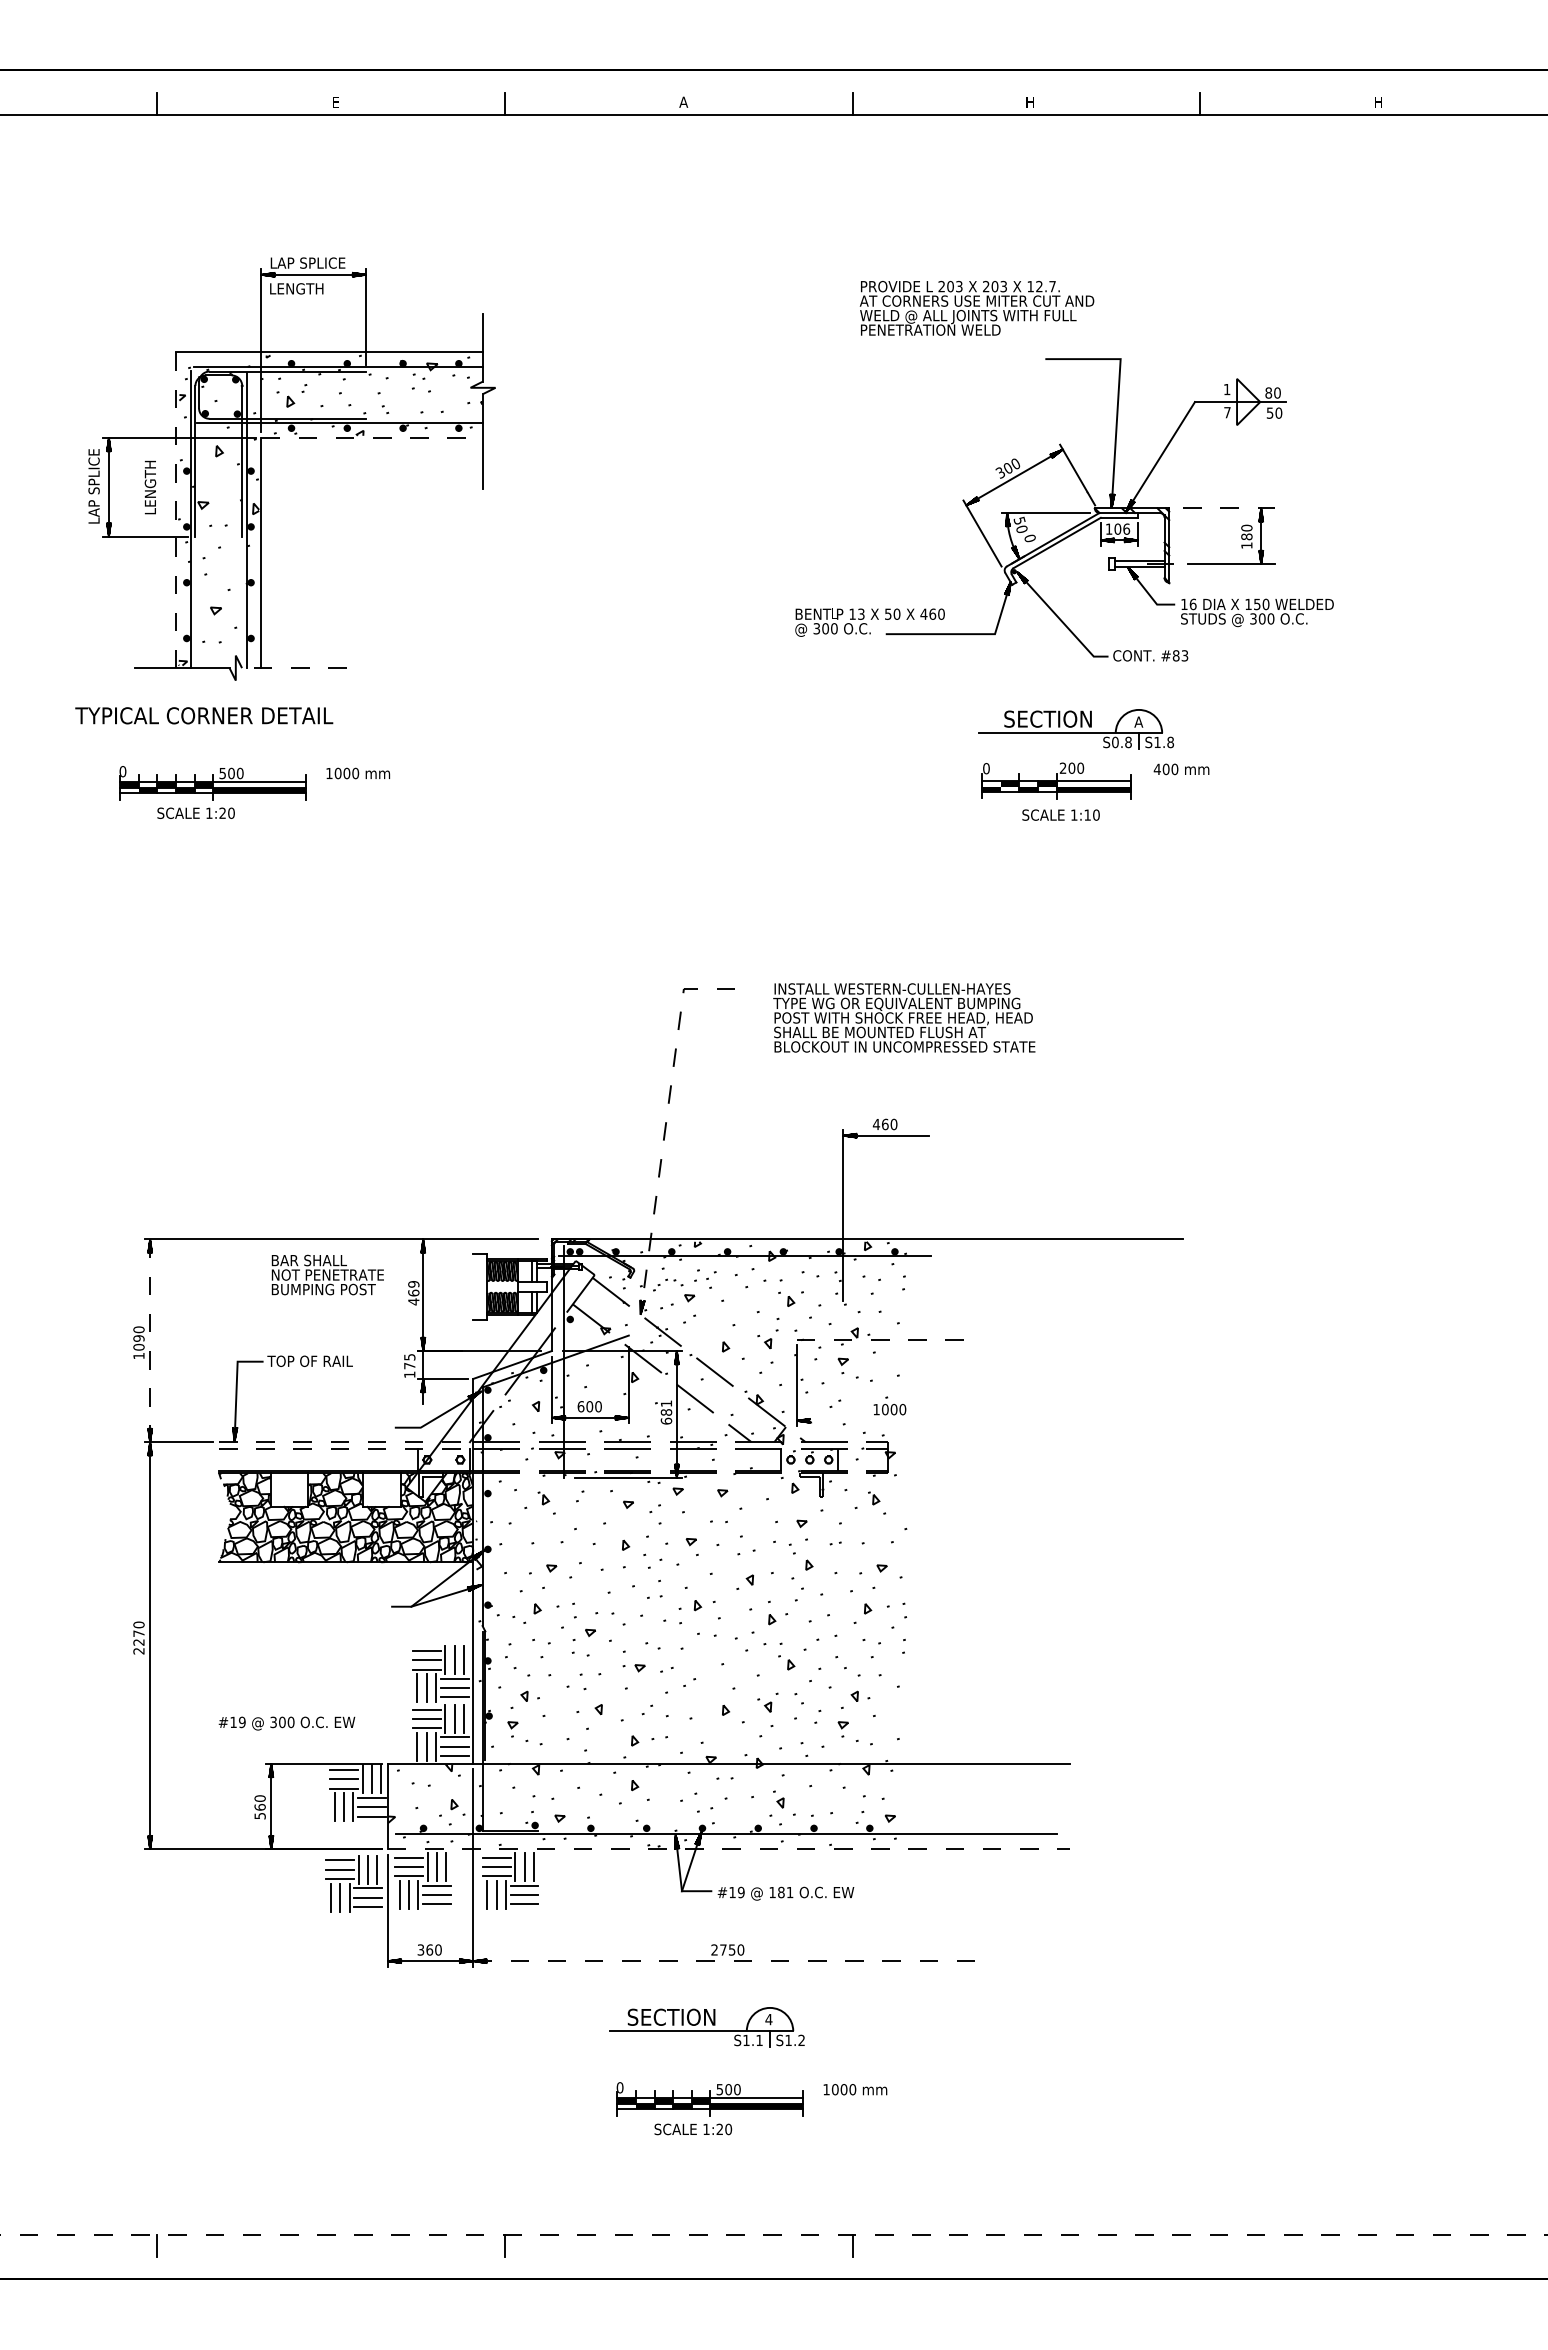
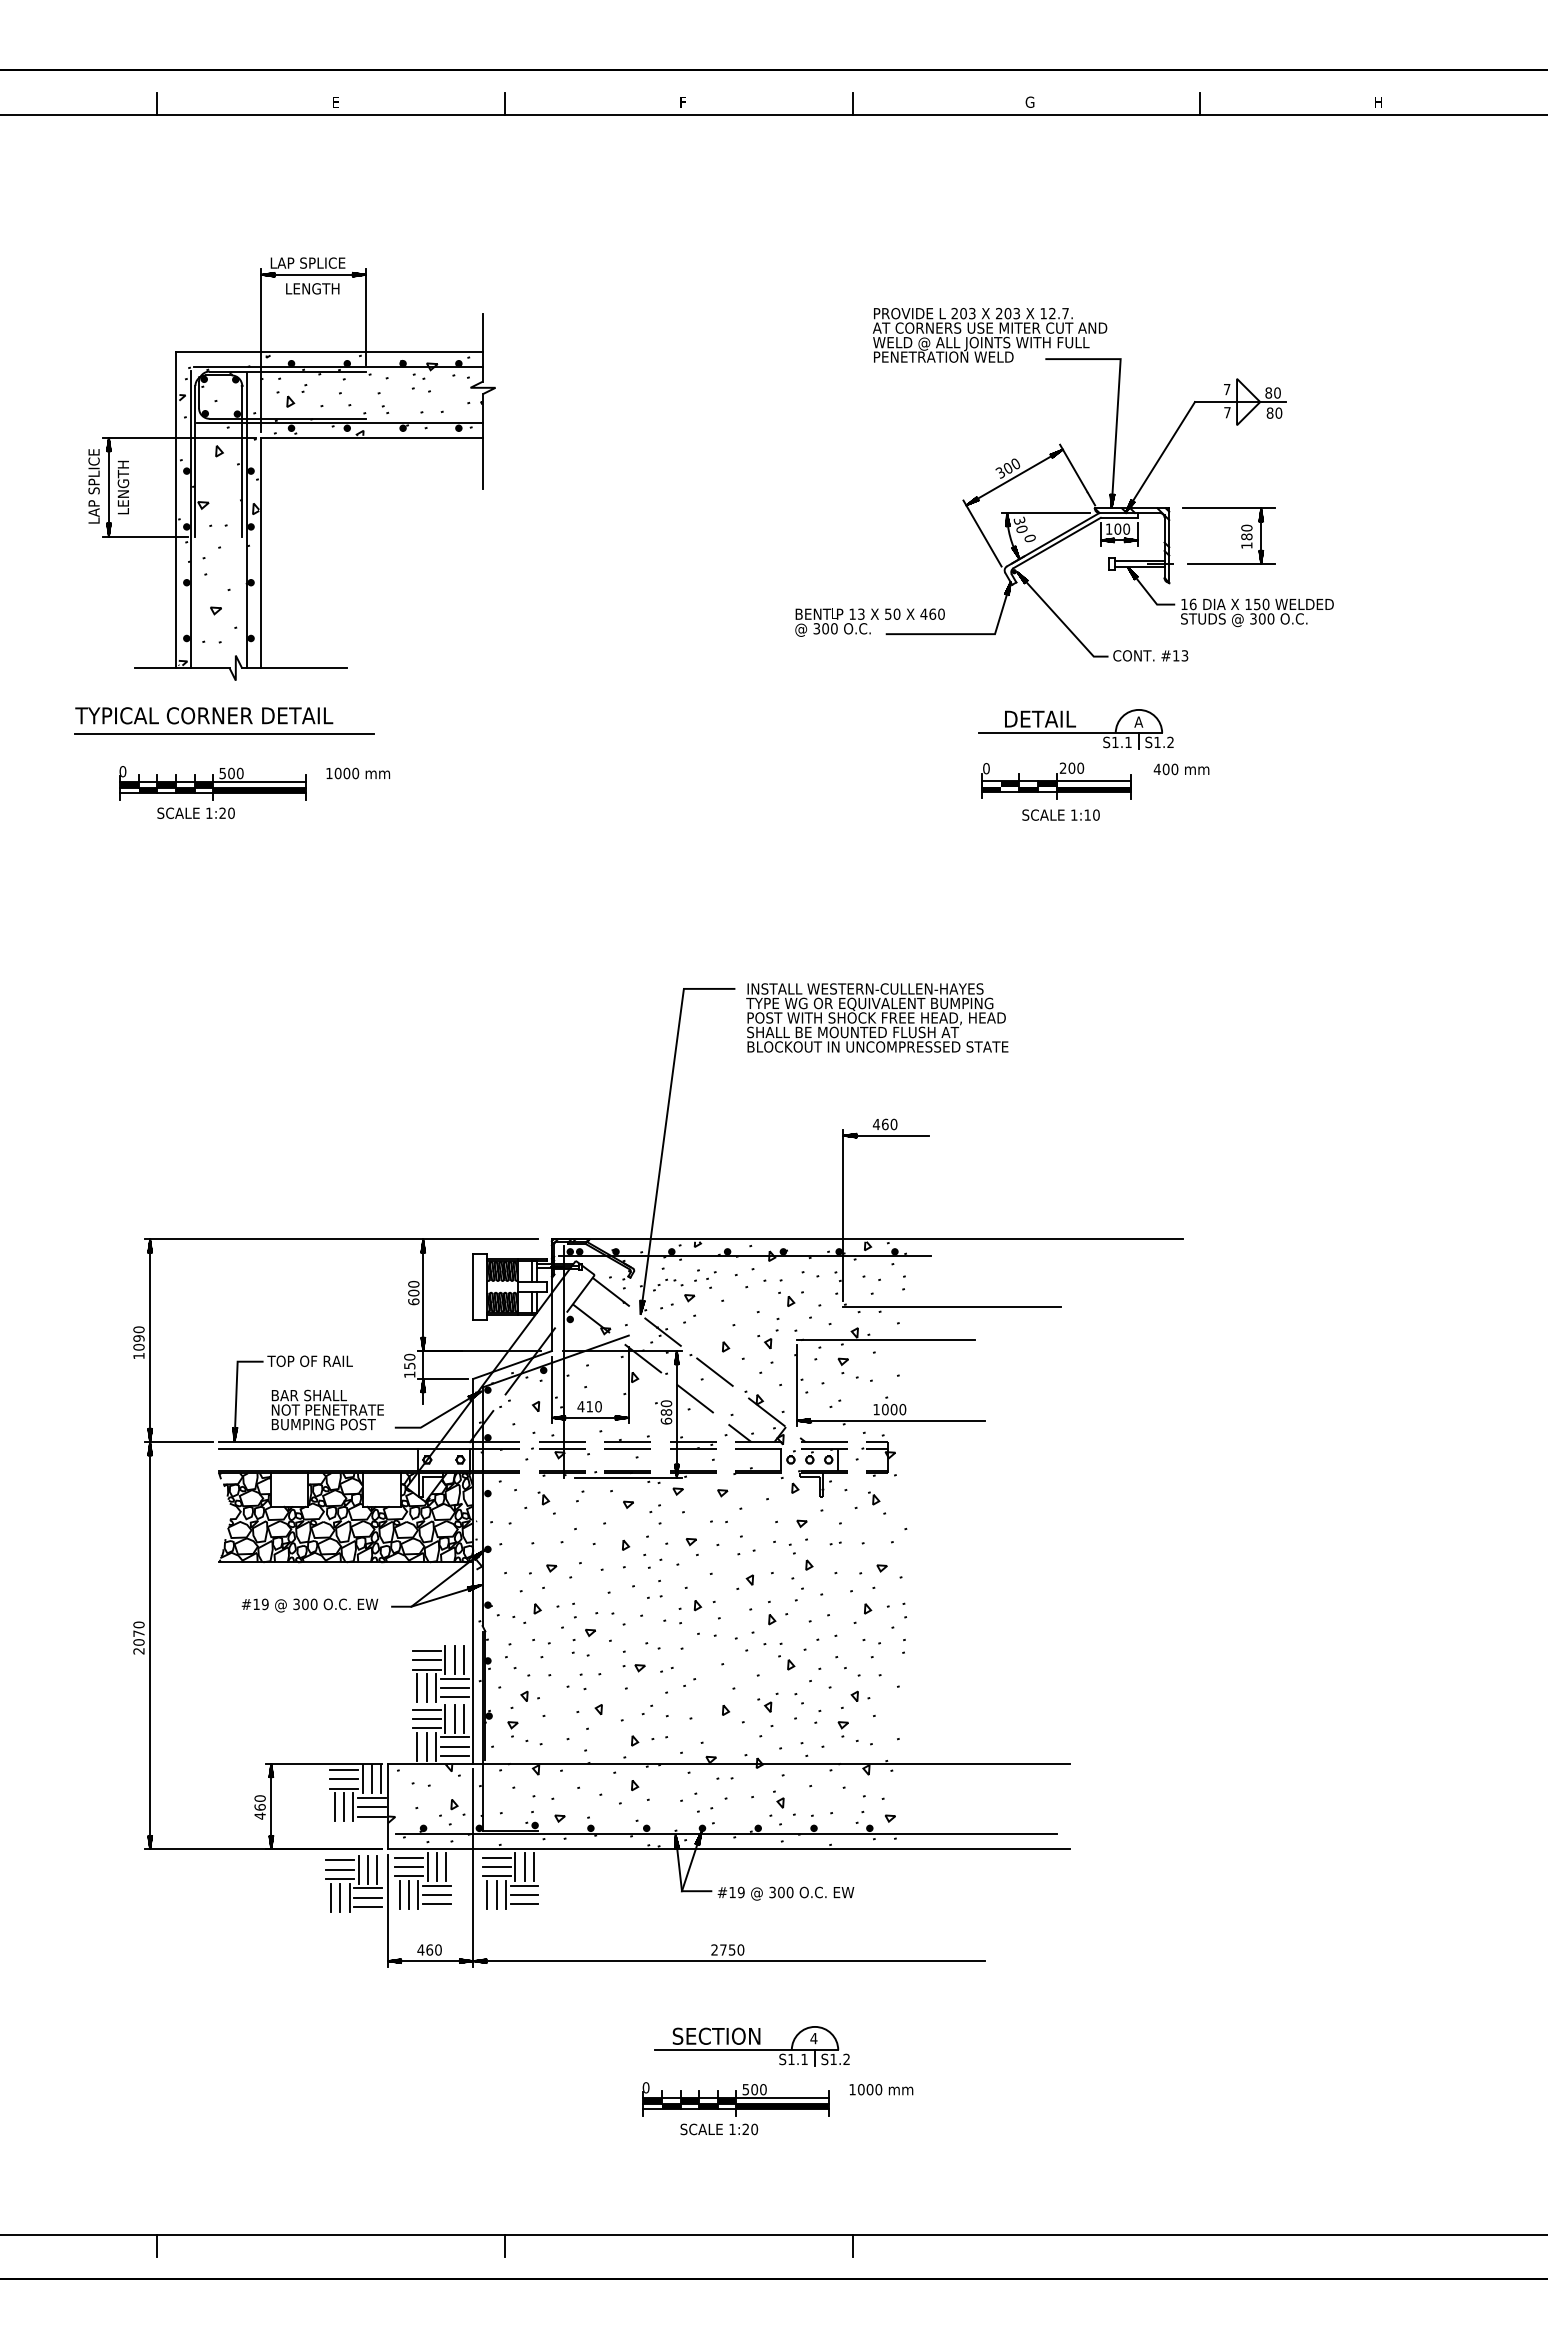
text at (683, 101): A -> F
text at (1029, 101): H -> G
text at (296, 288) position: (296, 288) -> (312, 288)
text at (976, 307) position: (976, 307) -> (989, 334)
text at (1227, 389): 1 -> 7
text at (1269, 412): 50 -> 80
line at (372, 438): dashed -> solid
text at (150, 487) position: (150, 487) -> (123, 487)
line at (1229, 508): dashed -> solid
line at (175, 510): dashed -> solid
text at (1020, 520): 50 -> 30
text at (1126, 528): 106 -> 100
text at (1175, 655): #83 -> #13
line at (293, 668): dashed -> solid
text at (1047, 718): SECTION -> DETAIL
line at (223, 733): none -> present
text at (1121, 742): S0.8 -> S1.1
text at (1170, 742): S1.8 -> S1.2
text at (904, 1017) position: (904, 1017) -> (877, 1017)
line at (665, 1125): dashed -> solid
text at (327, 1274) position: (327, 1274) -> (327, 1409)
line at (473, 1286): none -> present
text at (413, 1293): 469 -> 600
line at (951, 1306): none -> present
line at (886, 1339): dashed -> solid
line at (150, 1341): dashed -> solid
text at (409, 1361): 175 -> 150
text at (666, 1403): 681 -> 680
text at (585, 1406): 600 -> 410
line at (890, 1420): none -> present
line at (346, 1442): dashed -> solid
line at (346, 1448): dashed -> solid
text at (138, 1642): 2270 -> 2070
text at (286, 1723) position: (286, 1723) -> (309, 1605)
text at (259, 1815): 560 -> 460
line at (729, 1849): dashed -> solid
text at (781, 1892): 181 -> 300
text at (420, 1949): 360 -> 460
line at (728, 1961): dashed -> solid
part at (706, 2027) position: (706, 2027) -> (751, 2046)
part at (751, 2108) position: (751, 2108) -> (777, 2108)
line at (774, 2234): dashed -> solid
